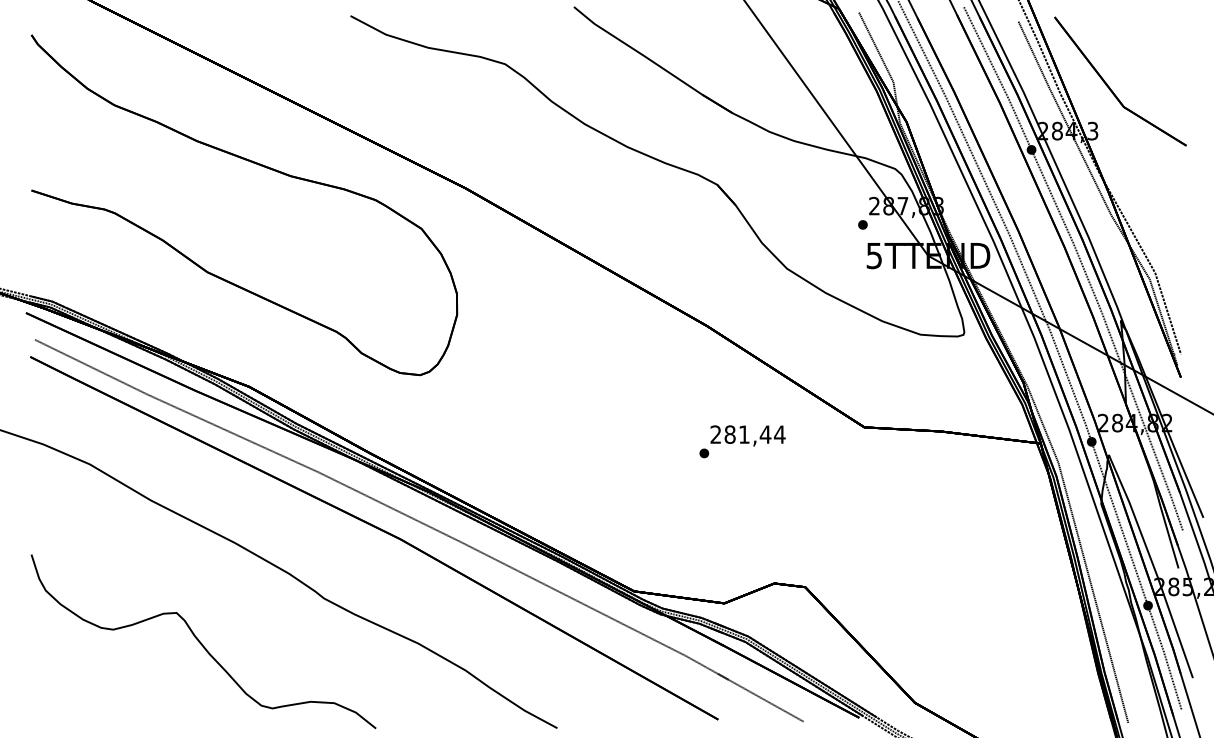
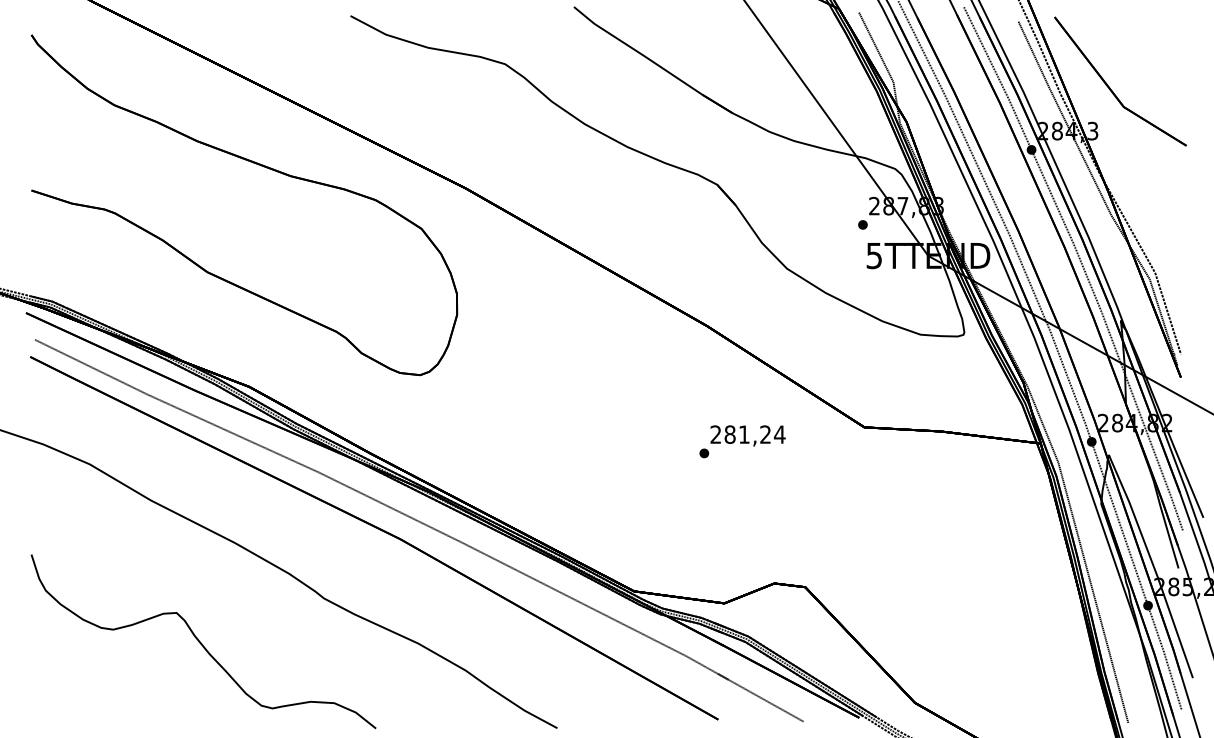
text at (765, 434): 281,44 -> 281,24
